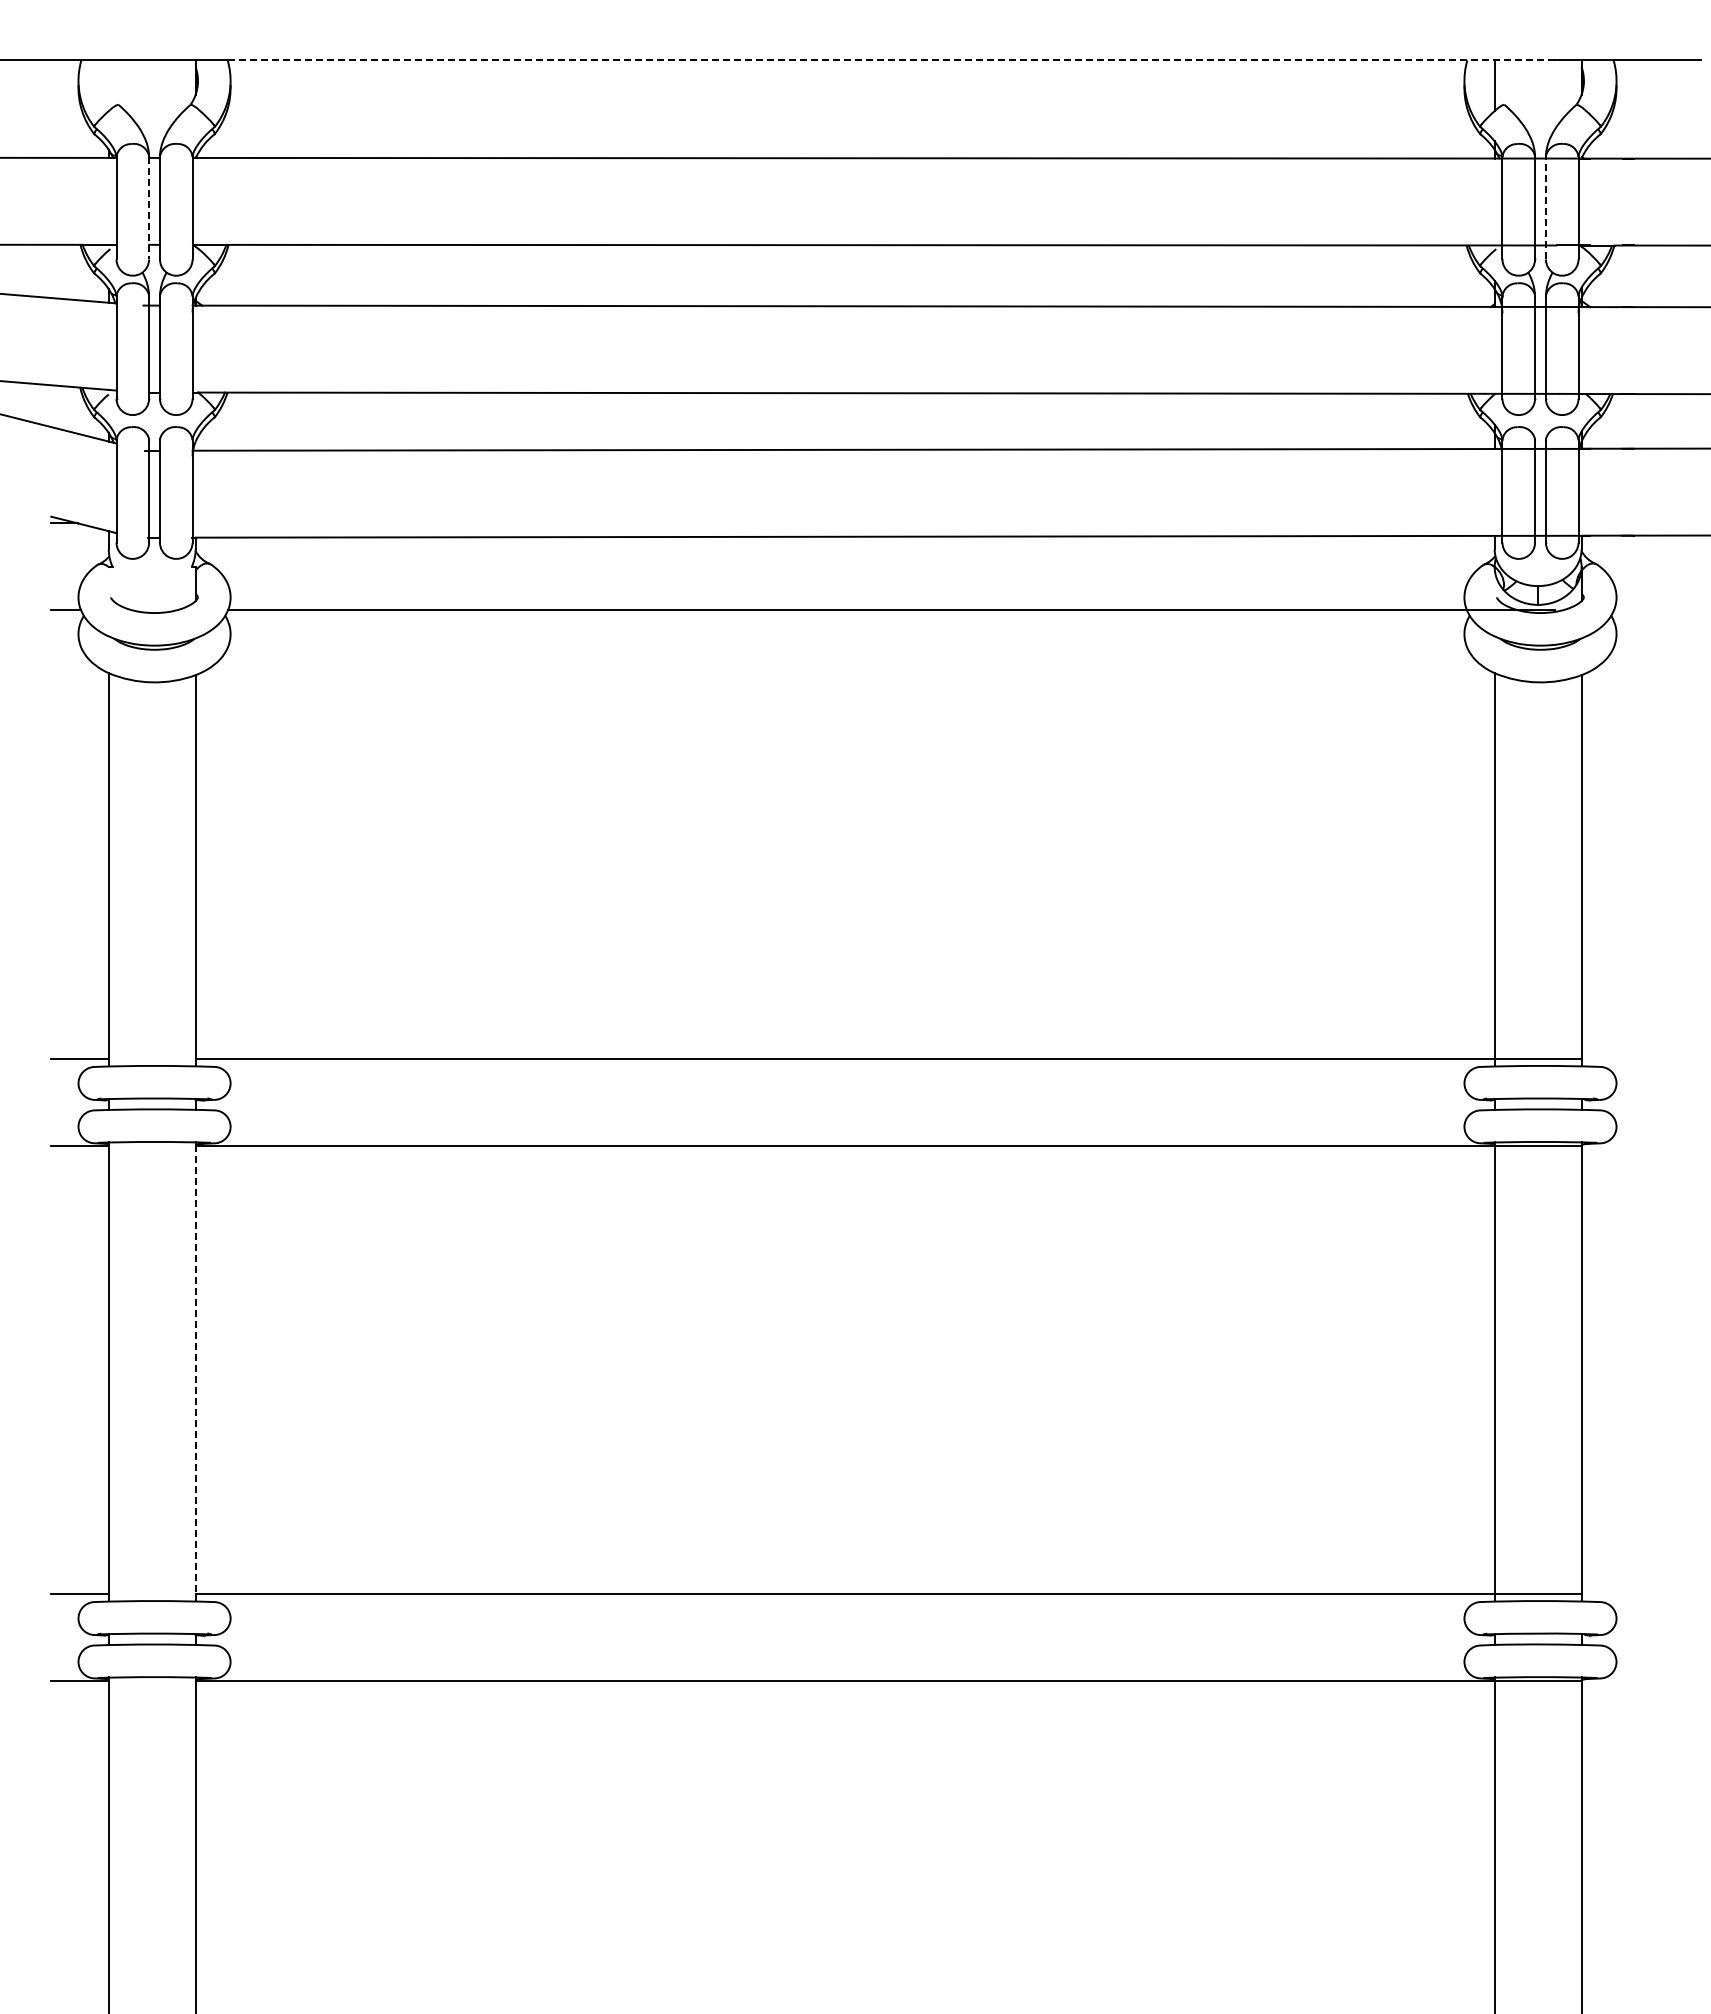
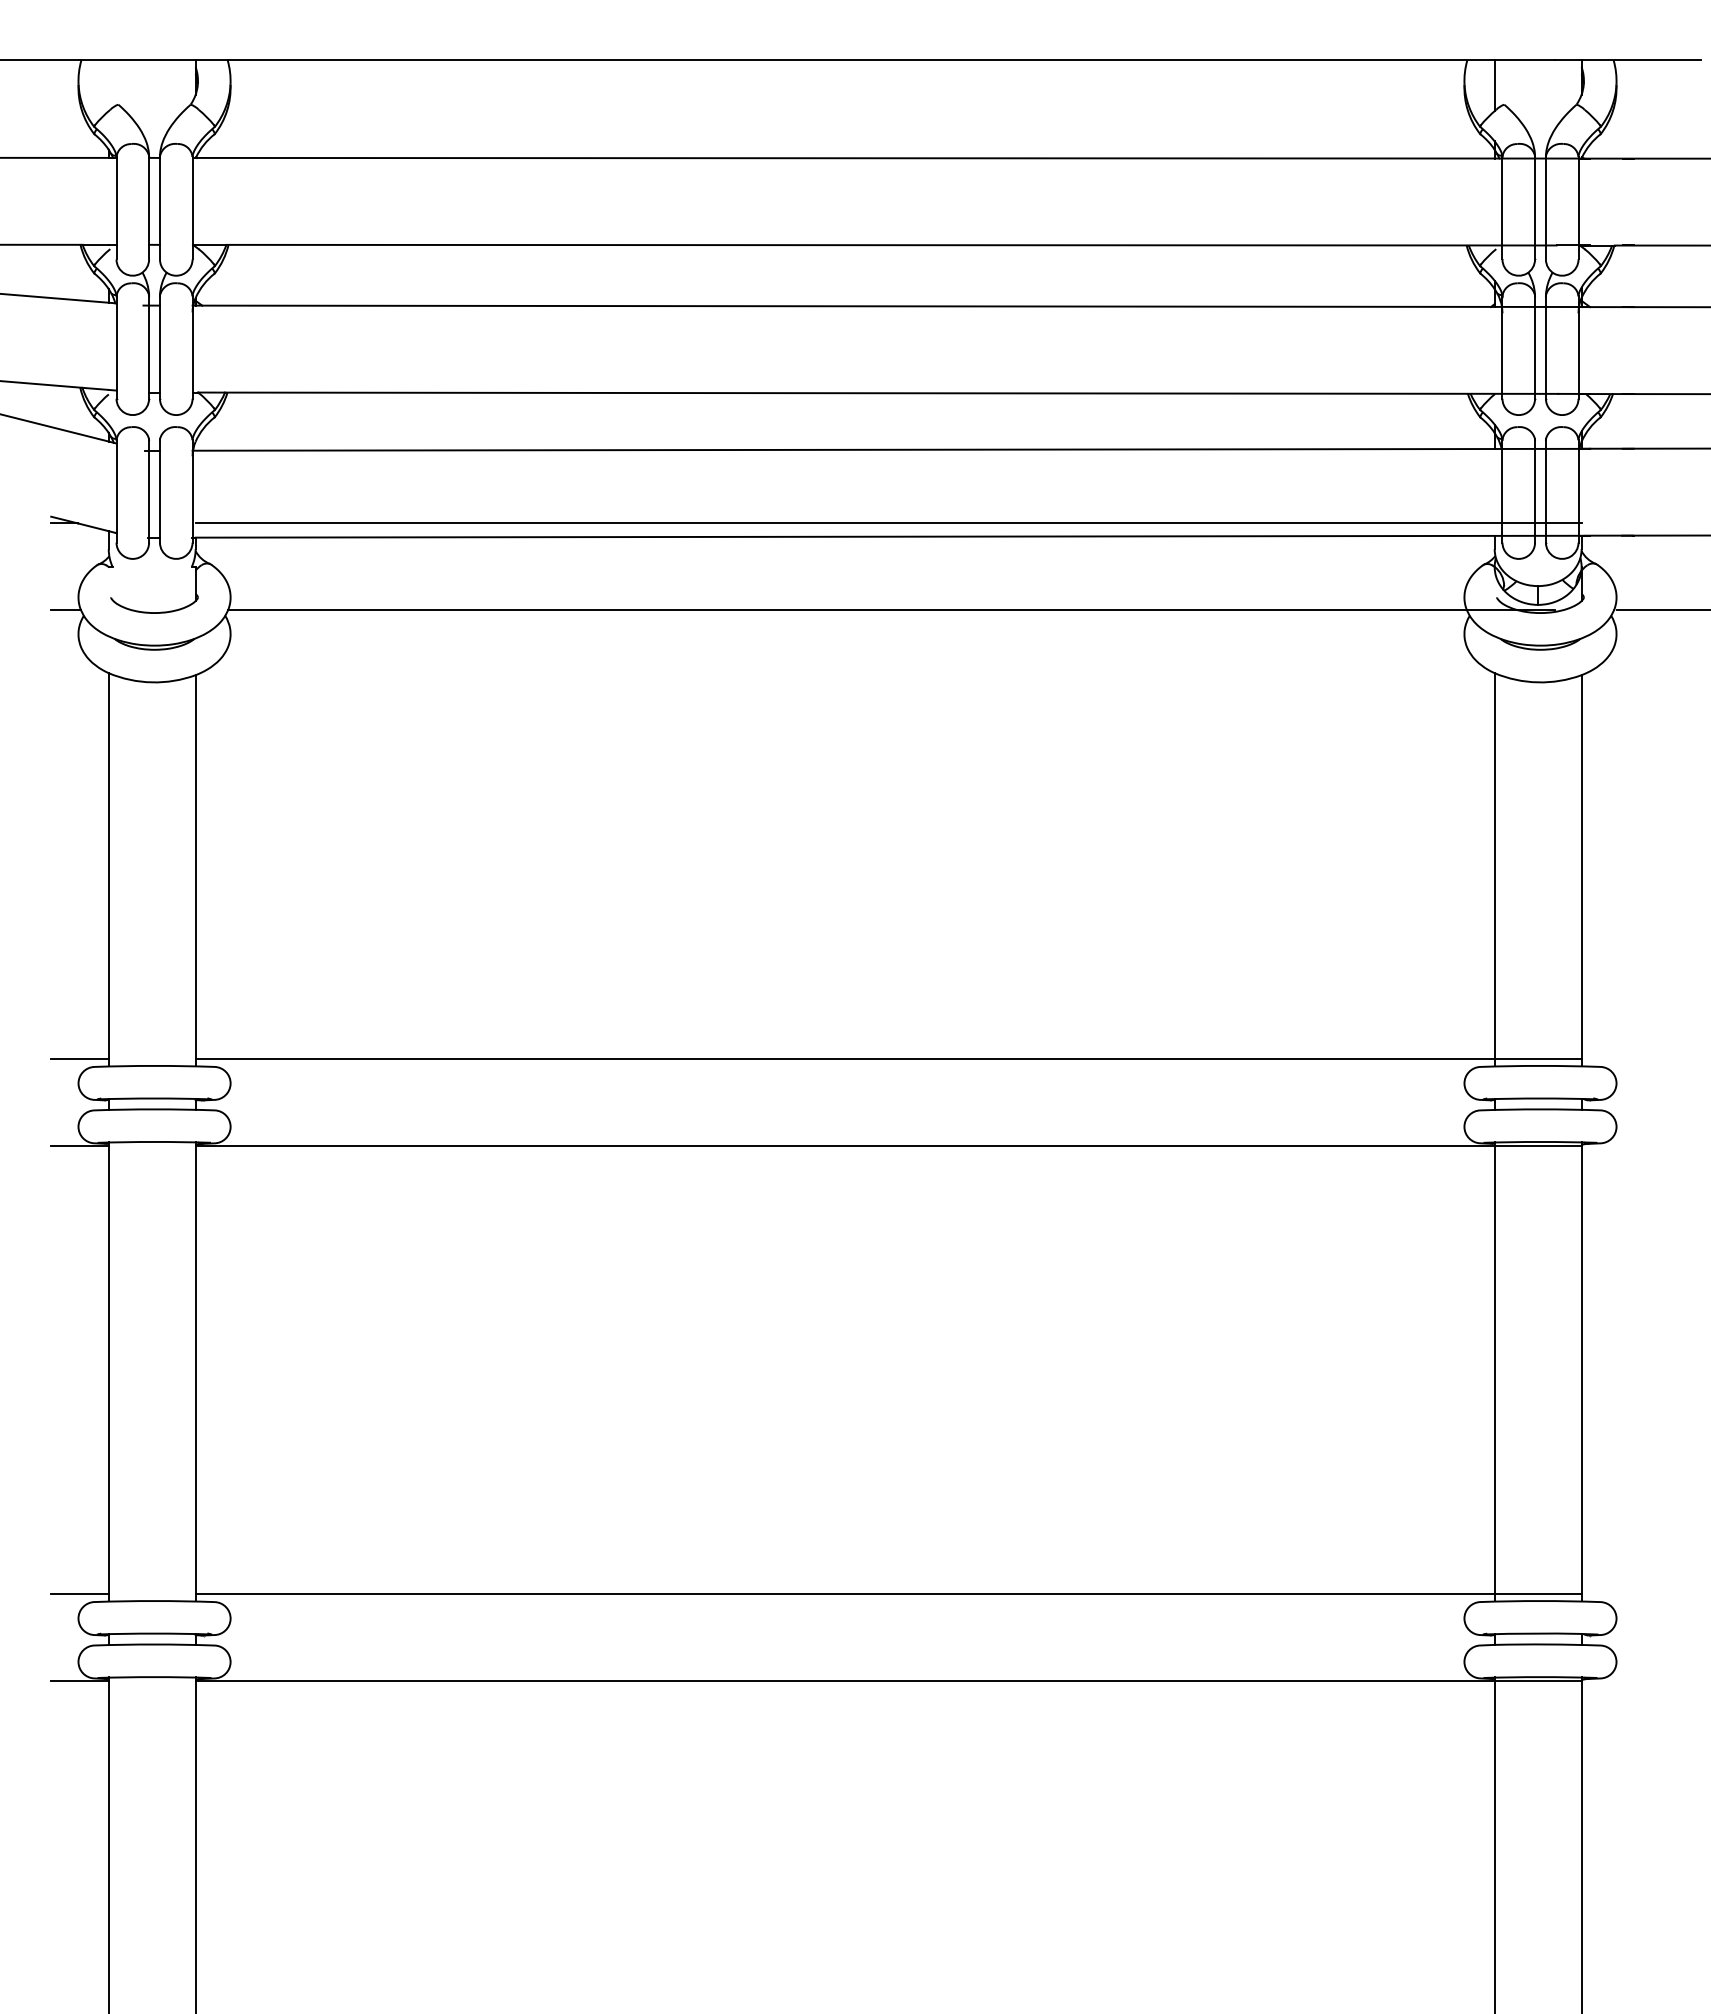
line at (891, 60): dashed -> solid
line at (1545, 207): dashed -> solid
line at (149, 208): dashed -> solid
line at (888, 523): none -> present
line at (1661, 610): none -> present
line at (195, 1369): dashed -> solid
